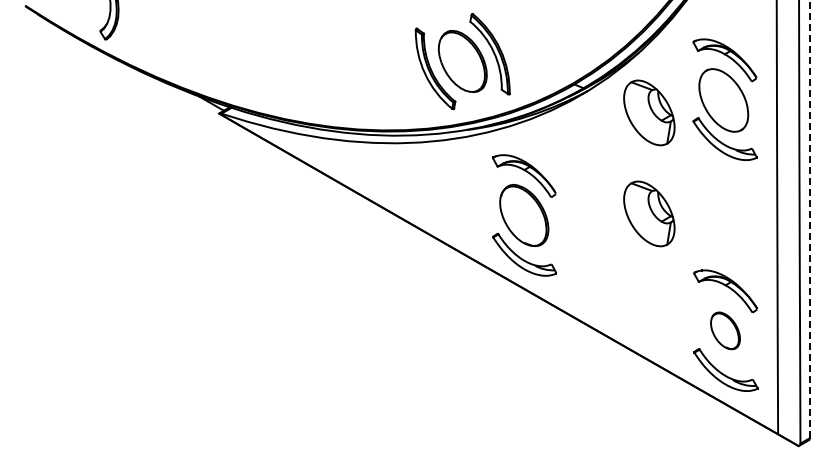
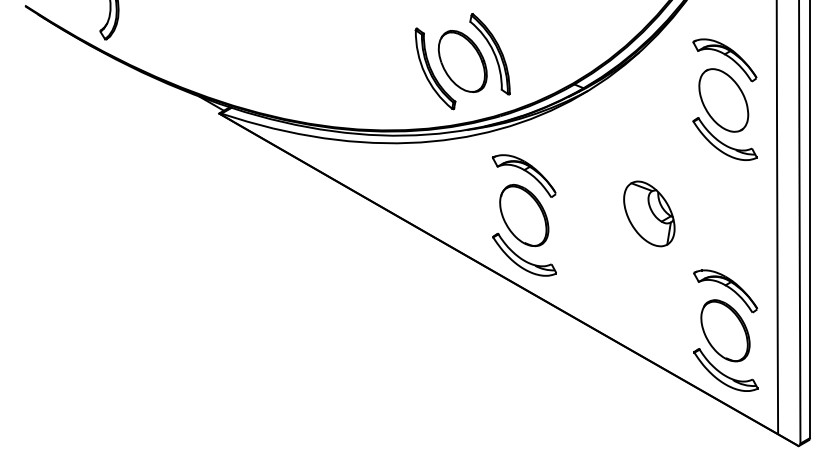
part at (649, 112): present -> none
line at (809, 219): dashed -> solid
part at (725, 330) size: 31x40 px -> 51x64 px
